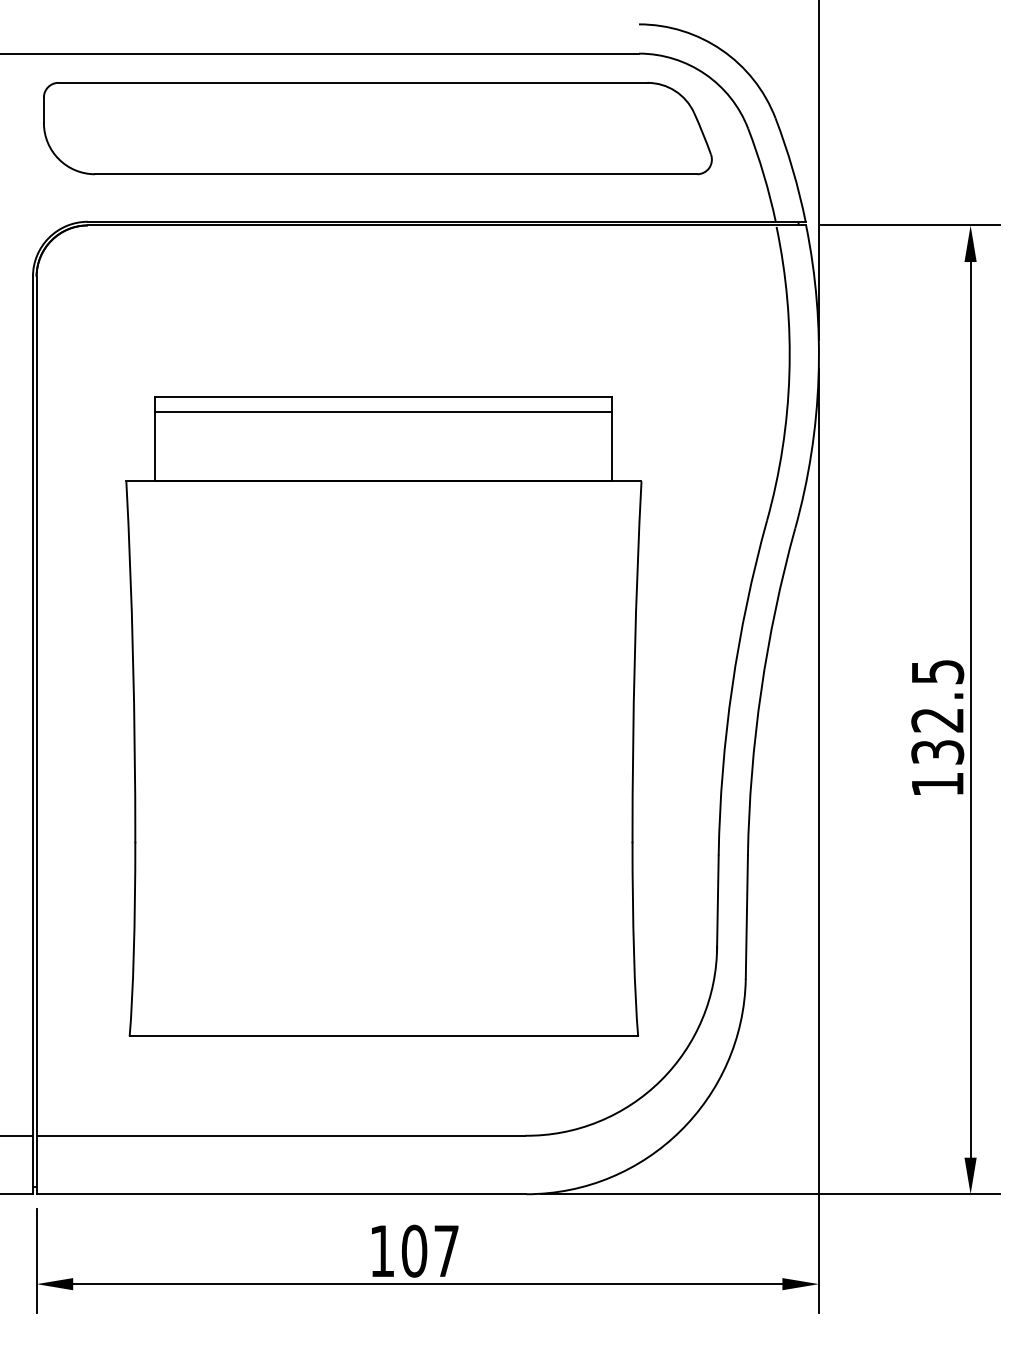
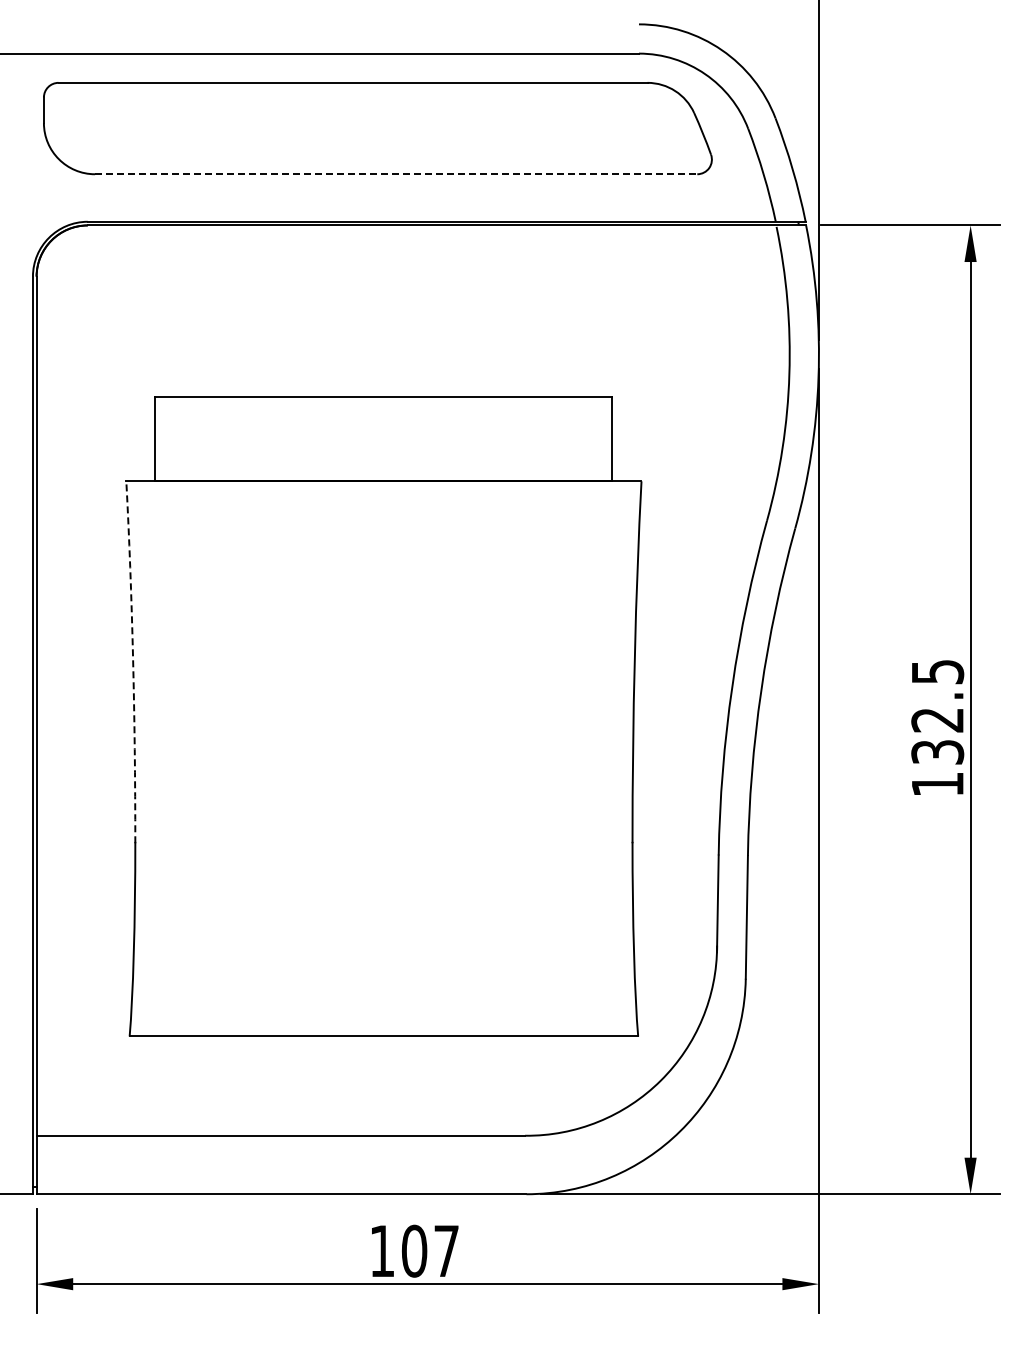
line at (396, 174): solid -> dashed
line at (383, 411): present -> none
arc at (133, 661): solid -> dashed
line at (17, 1135): present -> none
